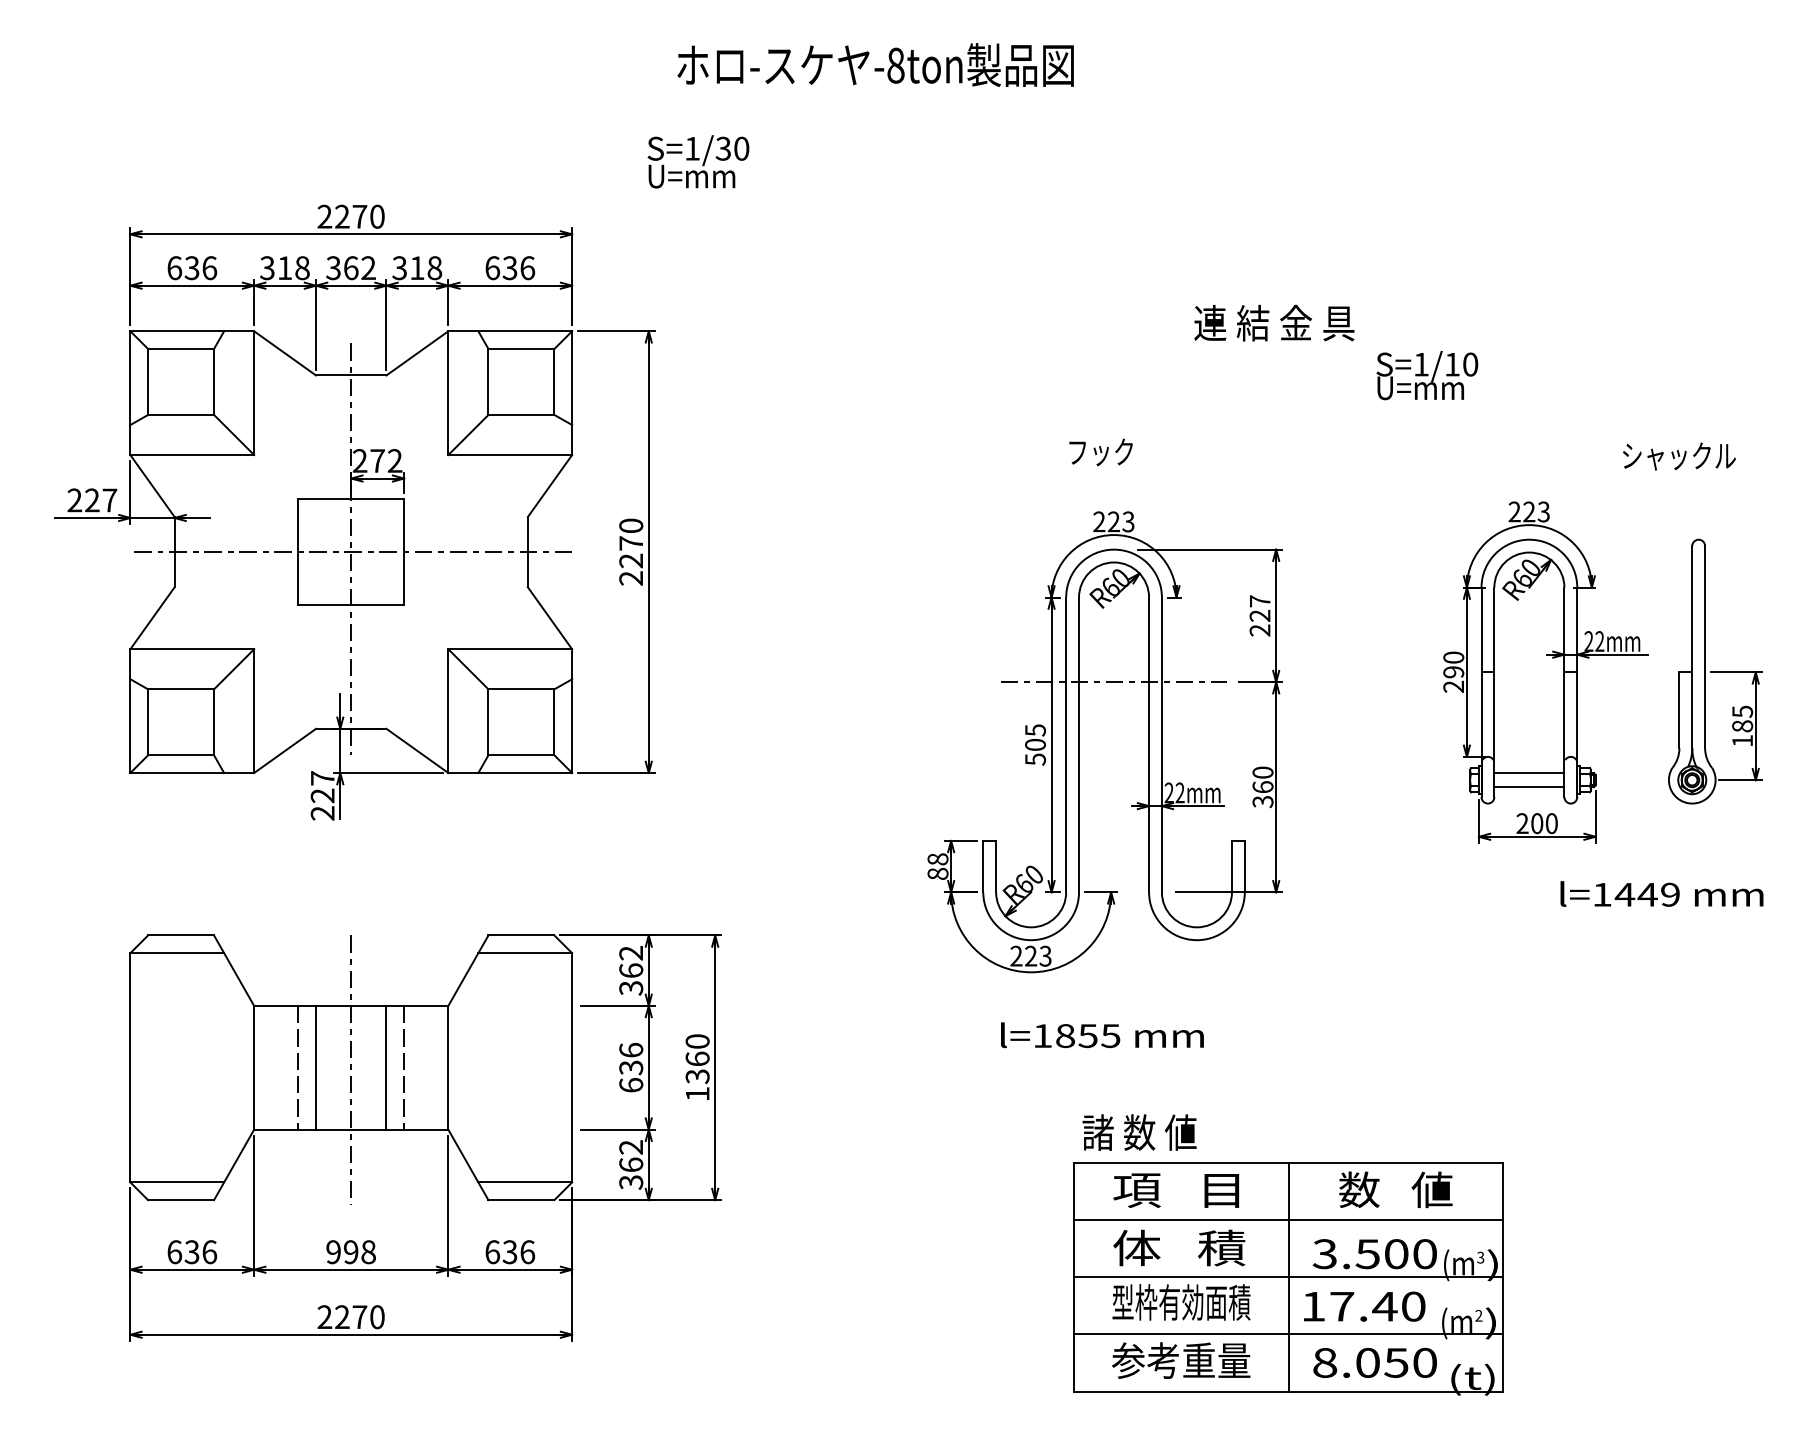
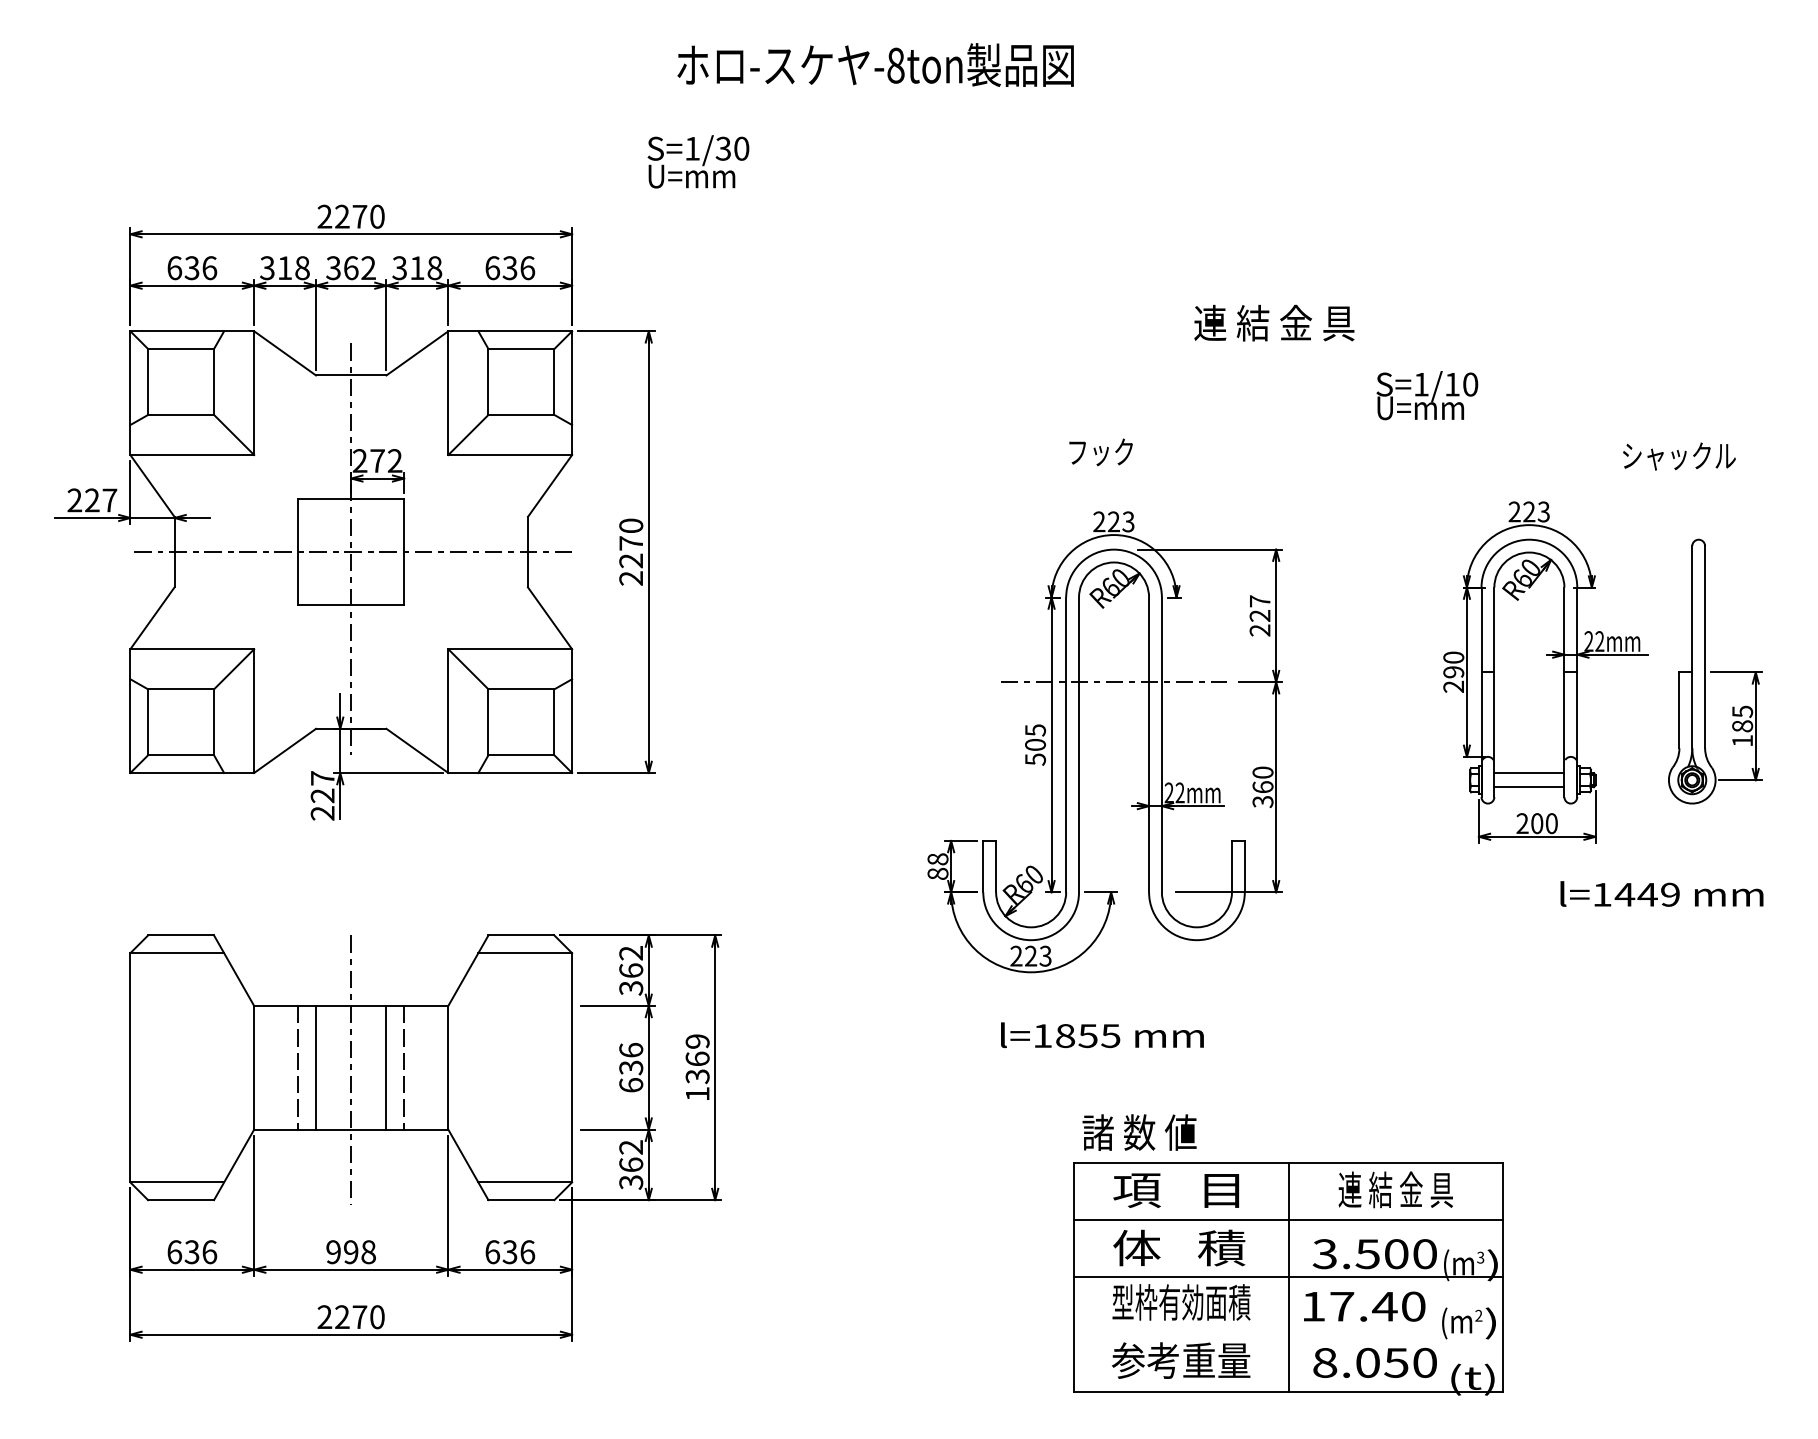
text at (1427, 375) position: (1427, 375) -> (1427, 395)
text at (697, 1041): 1360 -> 1369
text at (1395, 1189): 数   値 -> 連 結 金 具
line at (1288, 1334): present -> none
